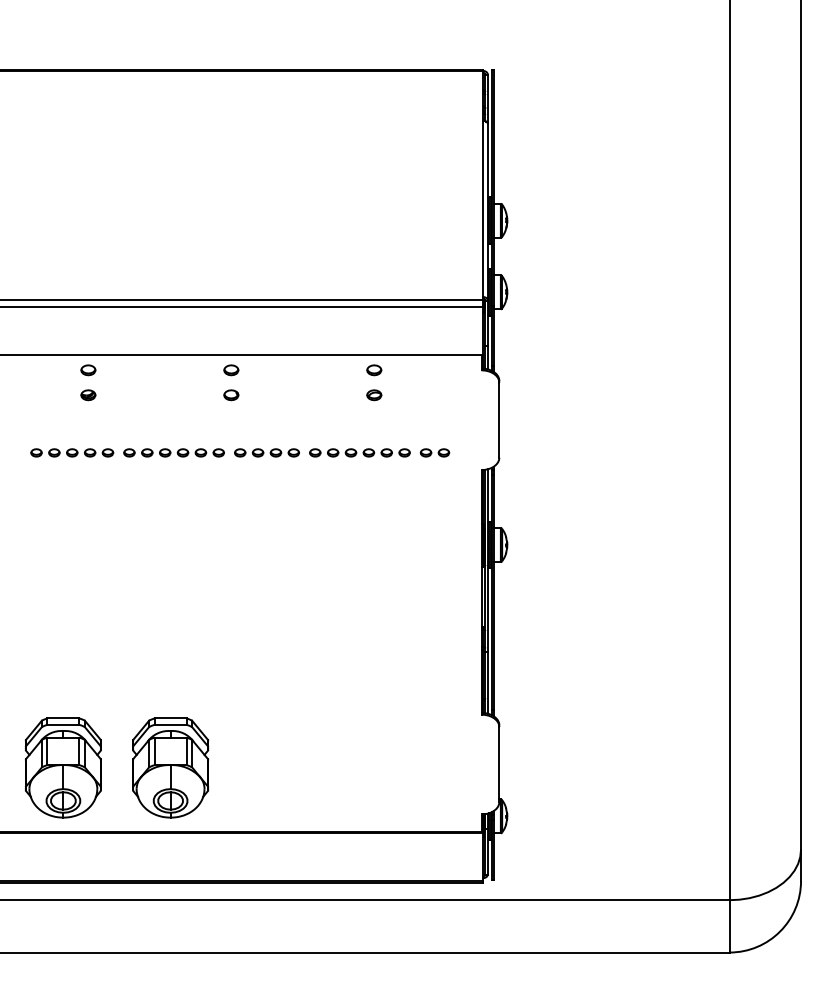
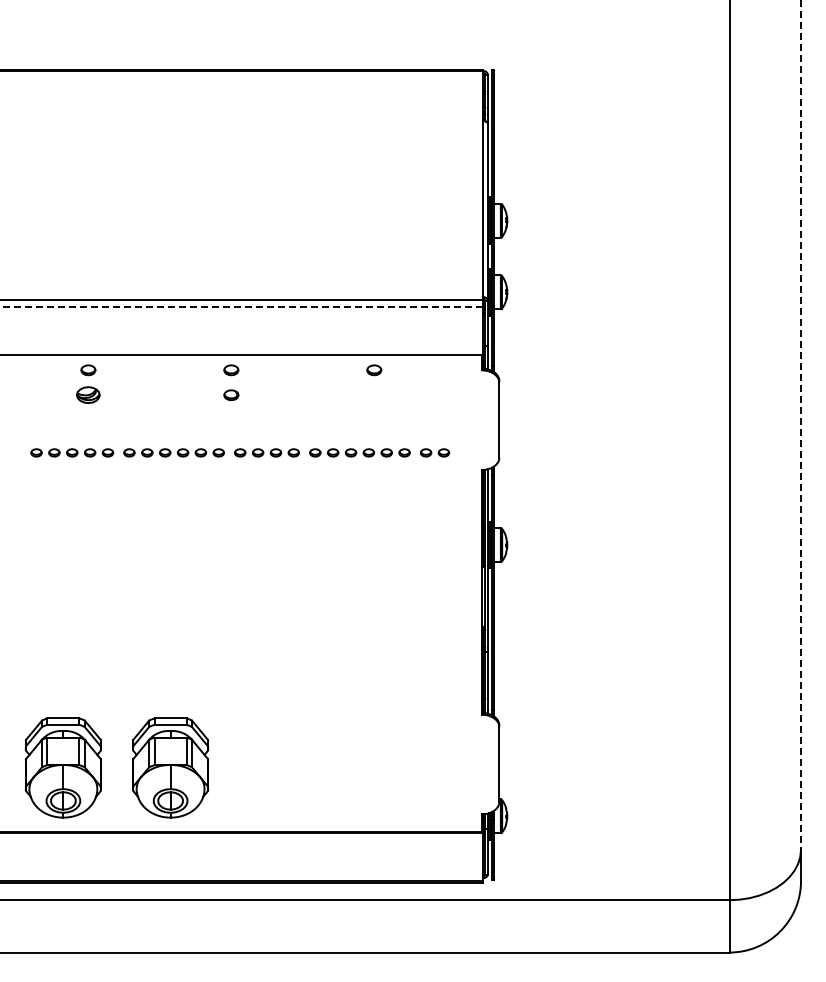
line at (241, 307): solid -> dashed
part at (88, 395) size: 17x13 px -> 25x18 px
part at (374, 395): present -> none
line at (801, 424): solid -> dashed
